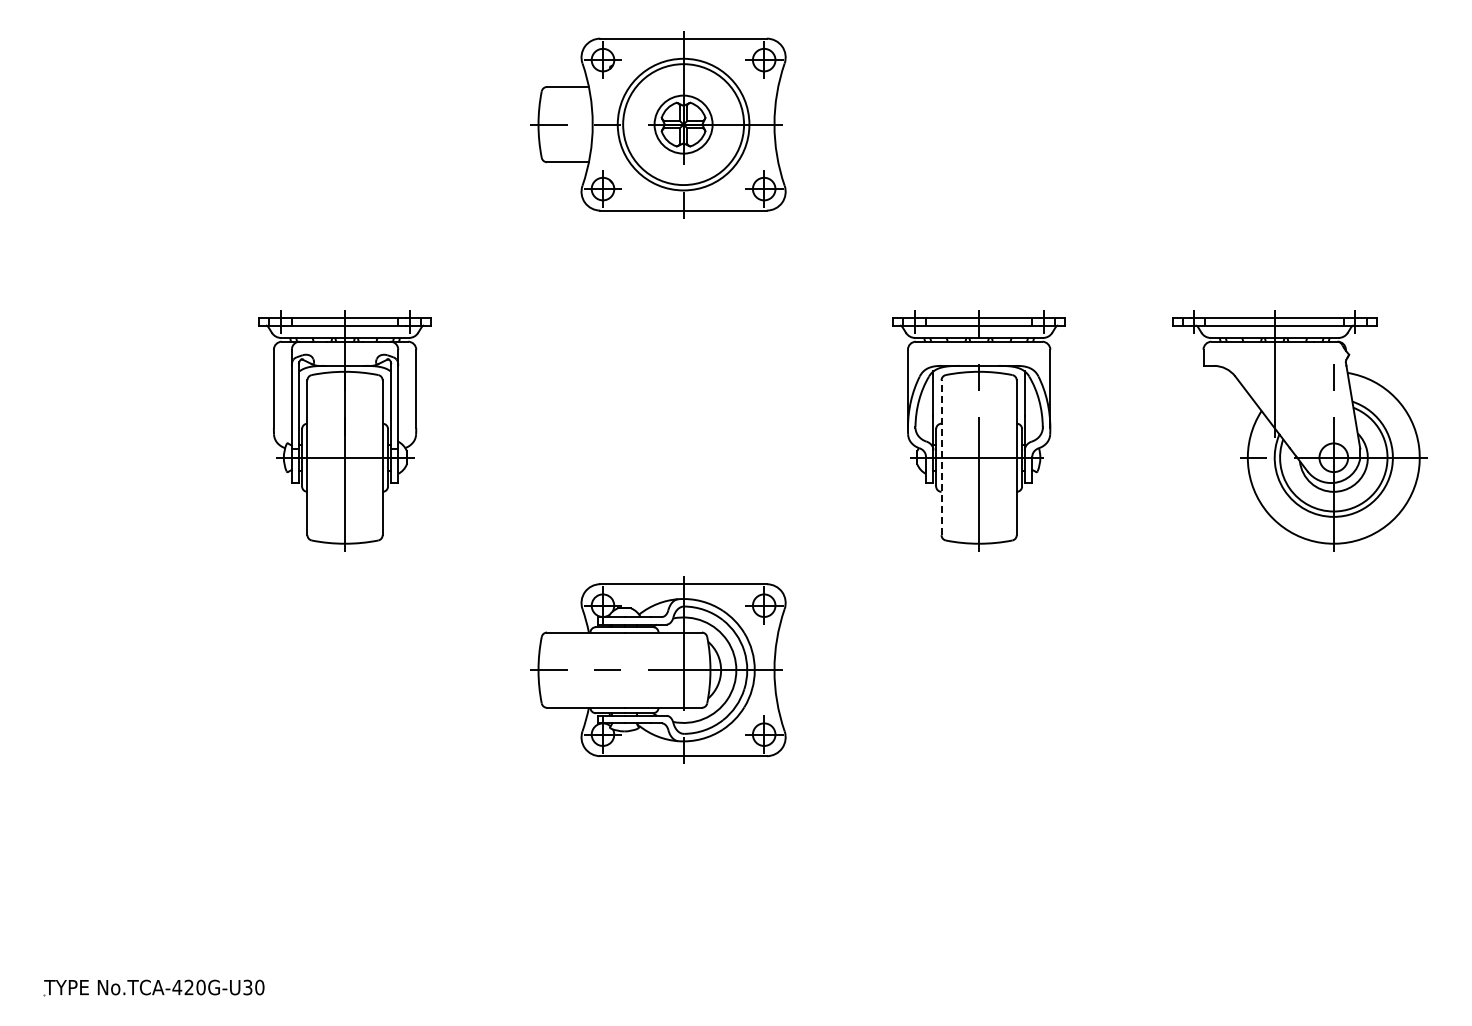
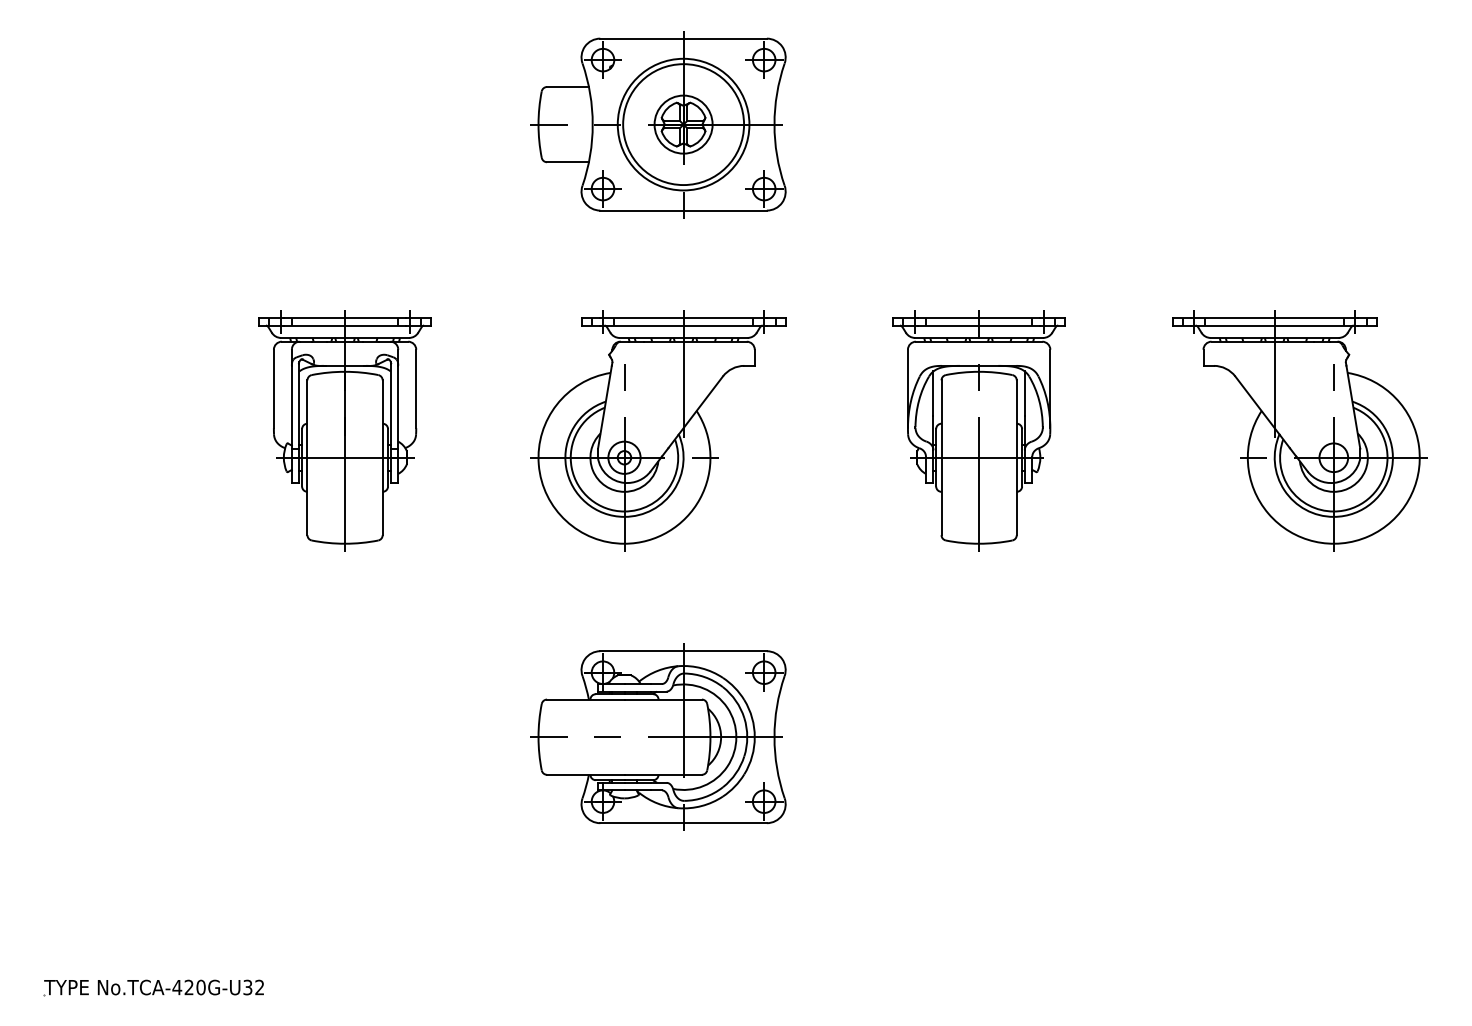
part at (658, 430): none -> present
line at (941, 457): dashed -> solid
part at (658, 669) position: (658, 669) -> (658, 736)
text at (259, 987): No.TCA-420G-U30 -> No.TCA-420G-U32
